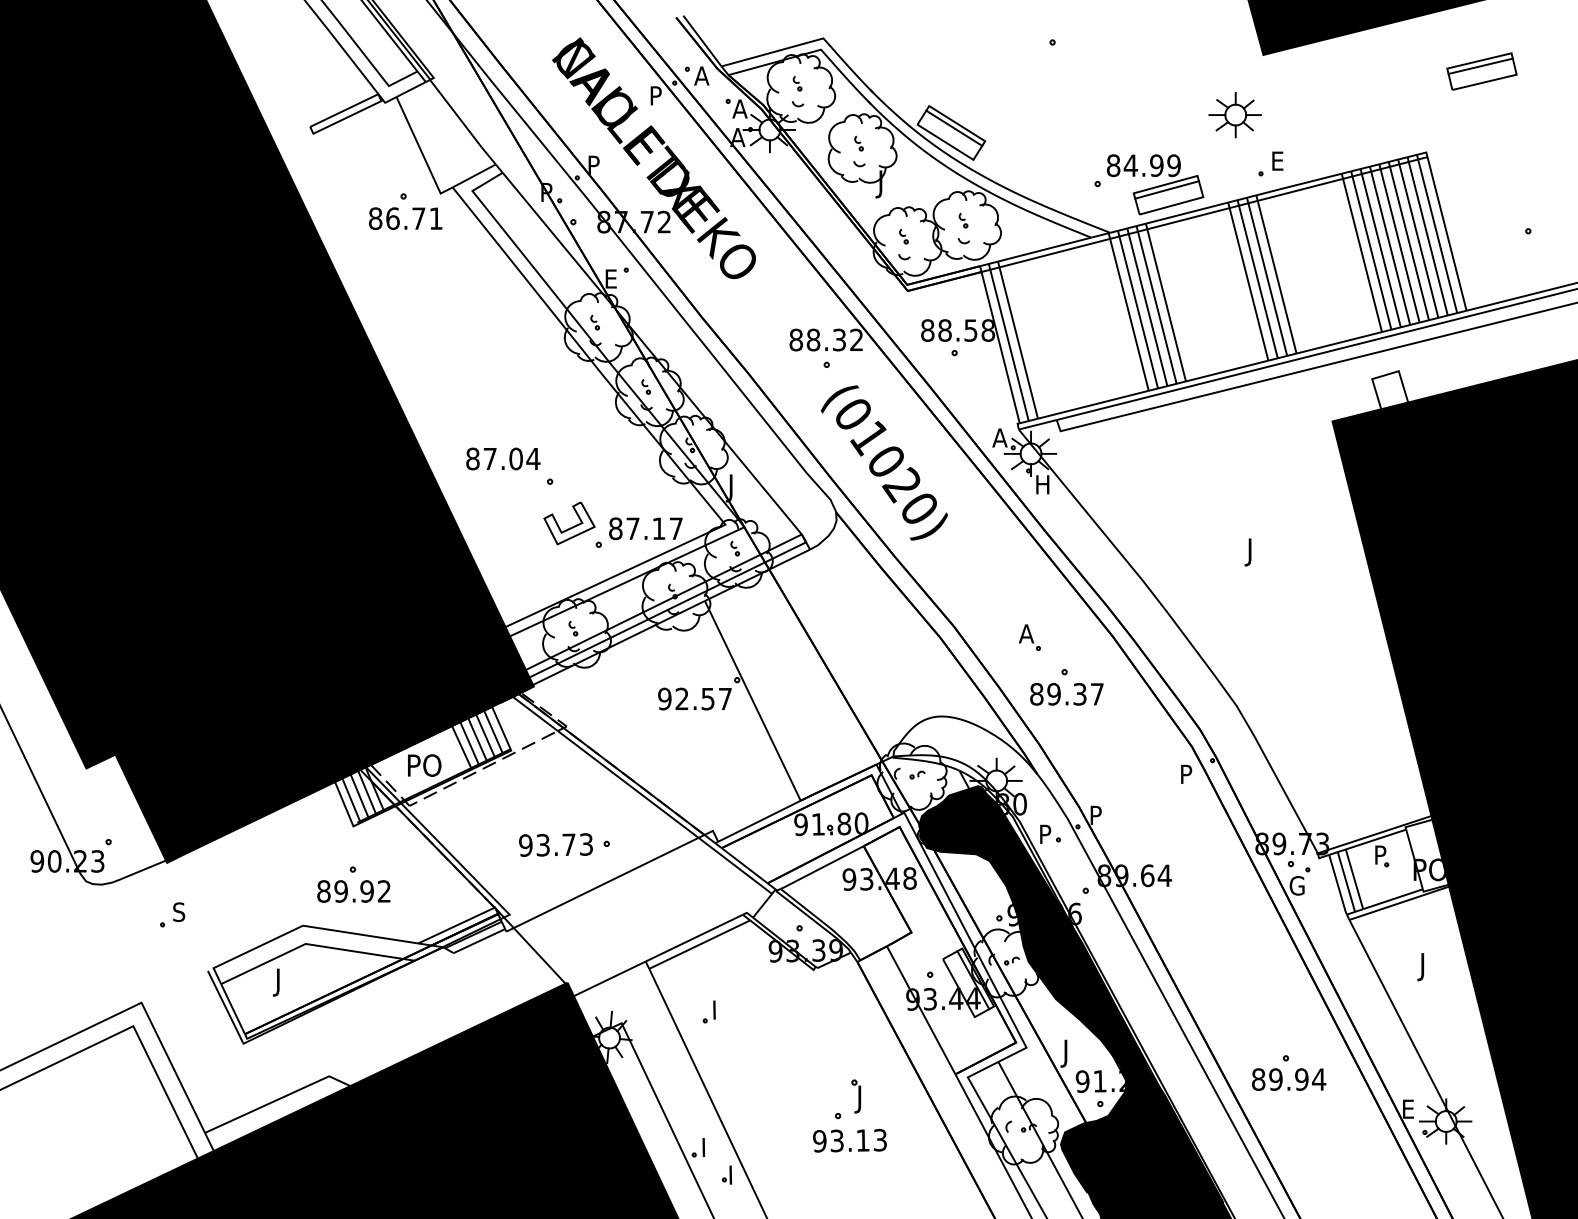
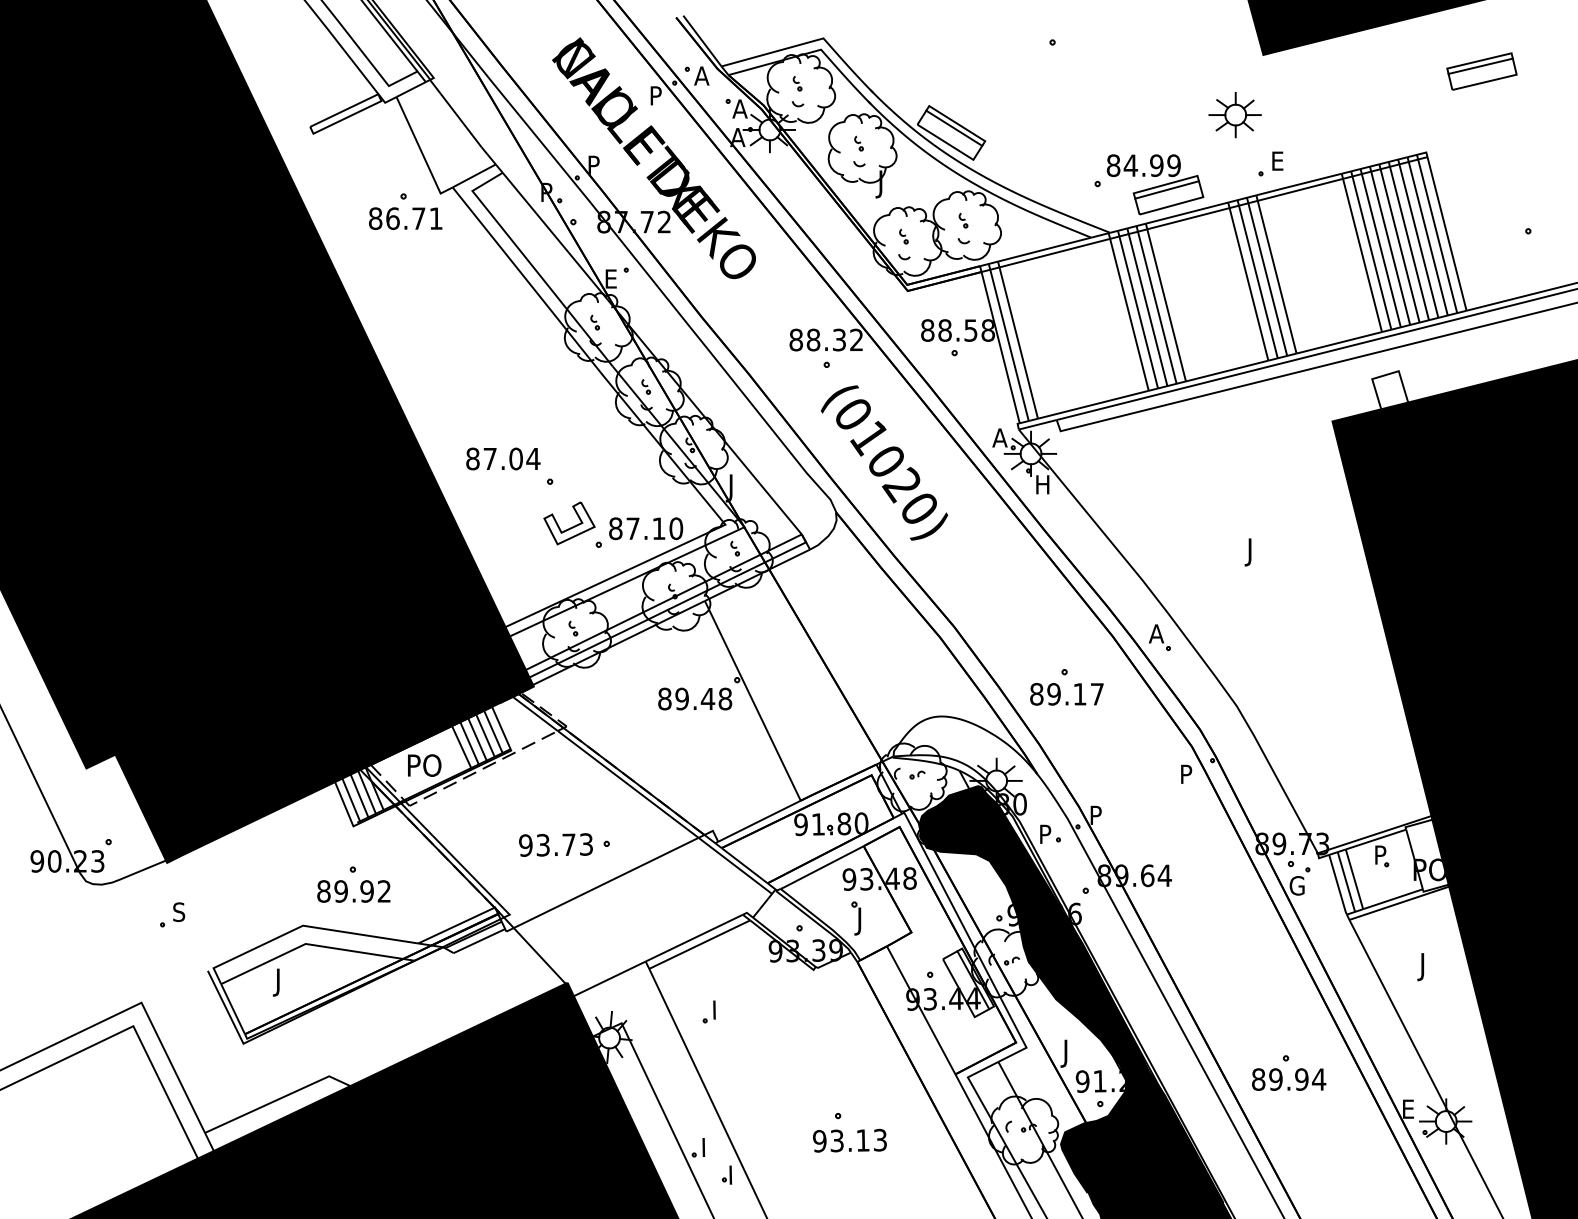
text at (676, 528): 87.17 -> 87.10
part at (1029, 637) position: (1029, 637) -> (1159, 637)
text at (1079, 694): 89.37 -> 89.17
text at (695, 698): 92.57 -> 89.48
part at (856, 1096) position: (856, 1096) -> (856, 918)
